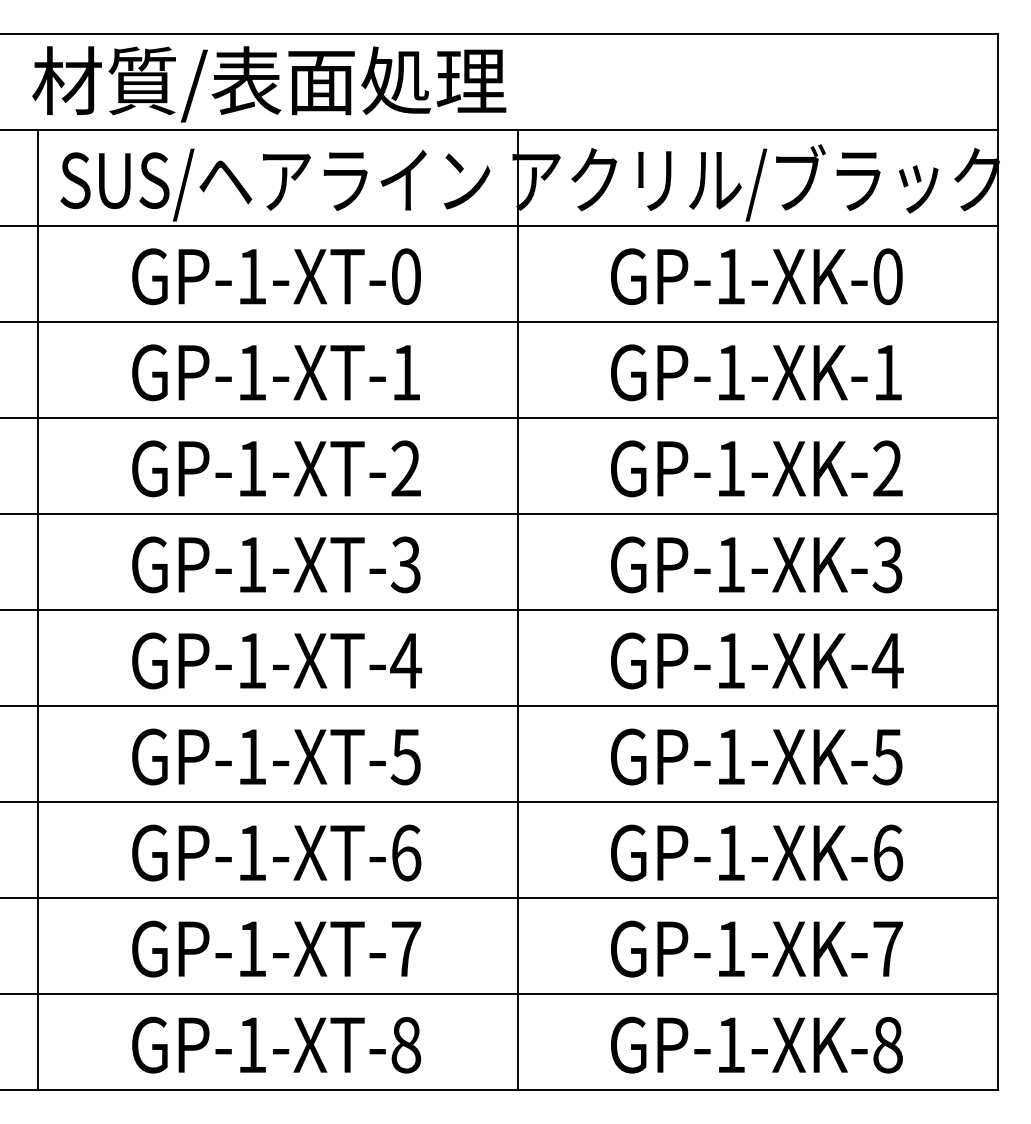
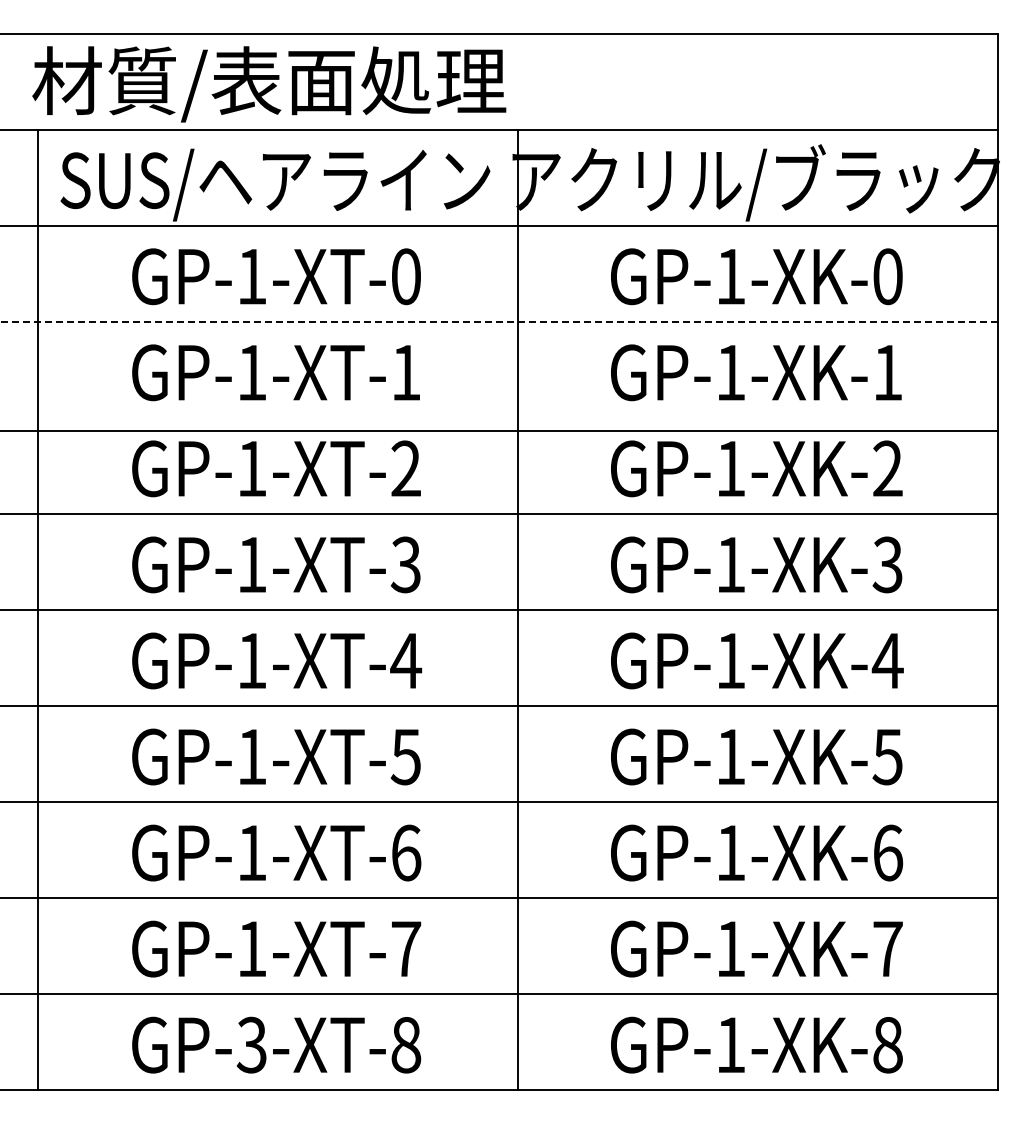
line at (499, 321): solid -> dashed
line at (500, 417) position: (500, 417) -> (500, 430)
text at (251, 1044): GP-1-XT-8 -> GP-3-XT-8
